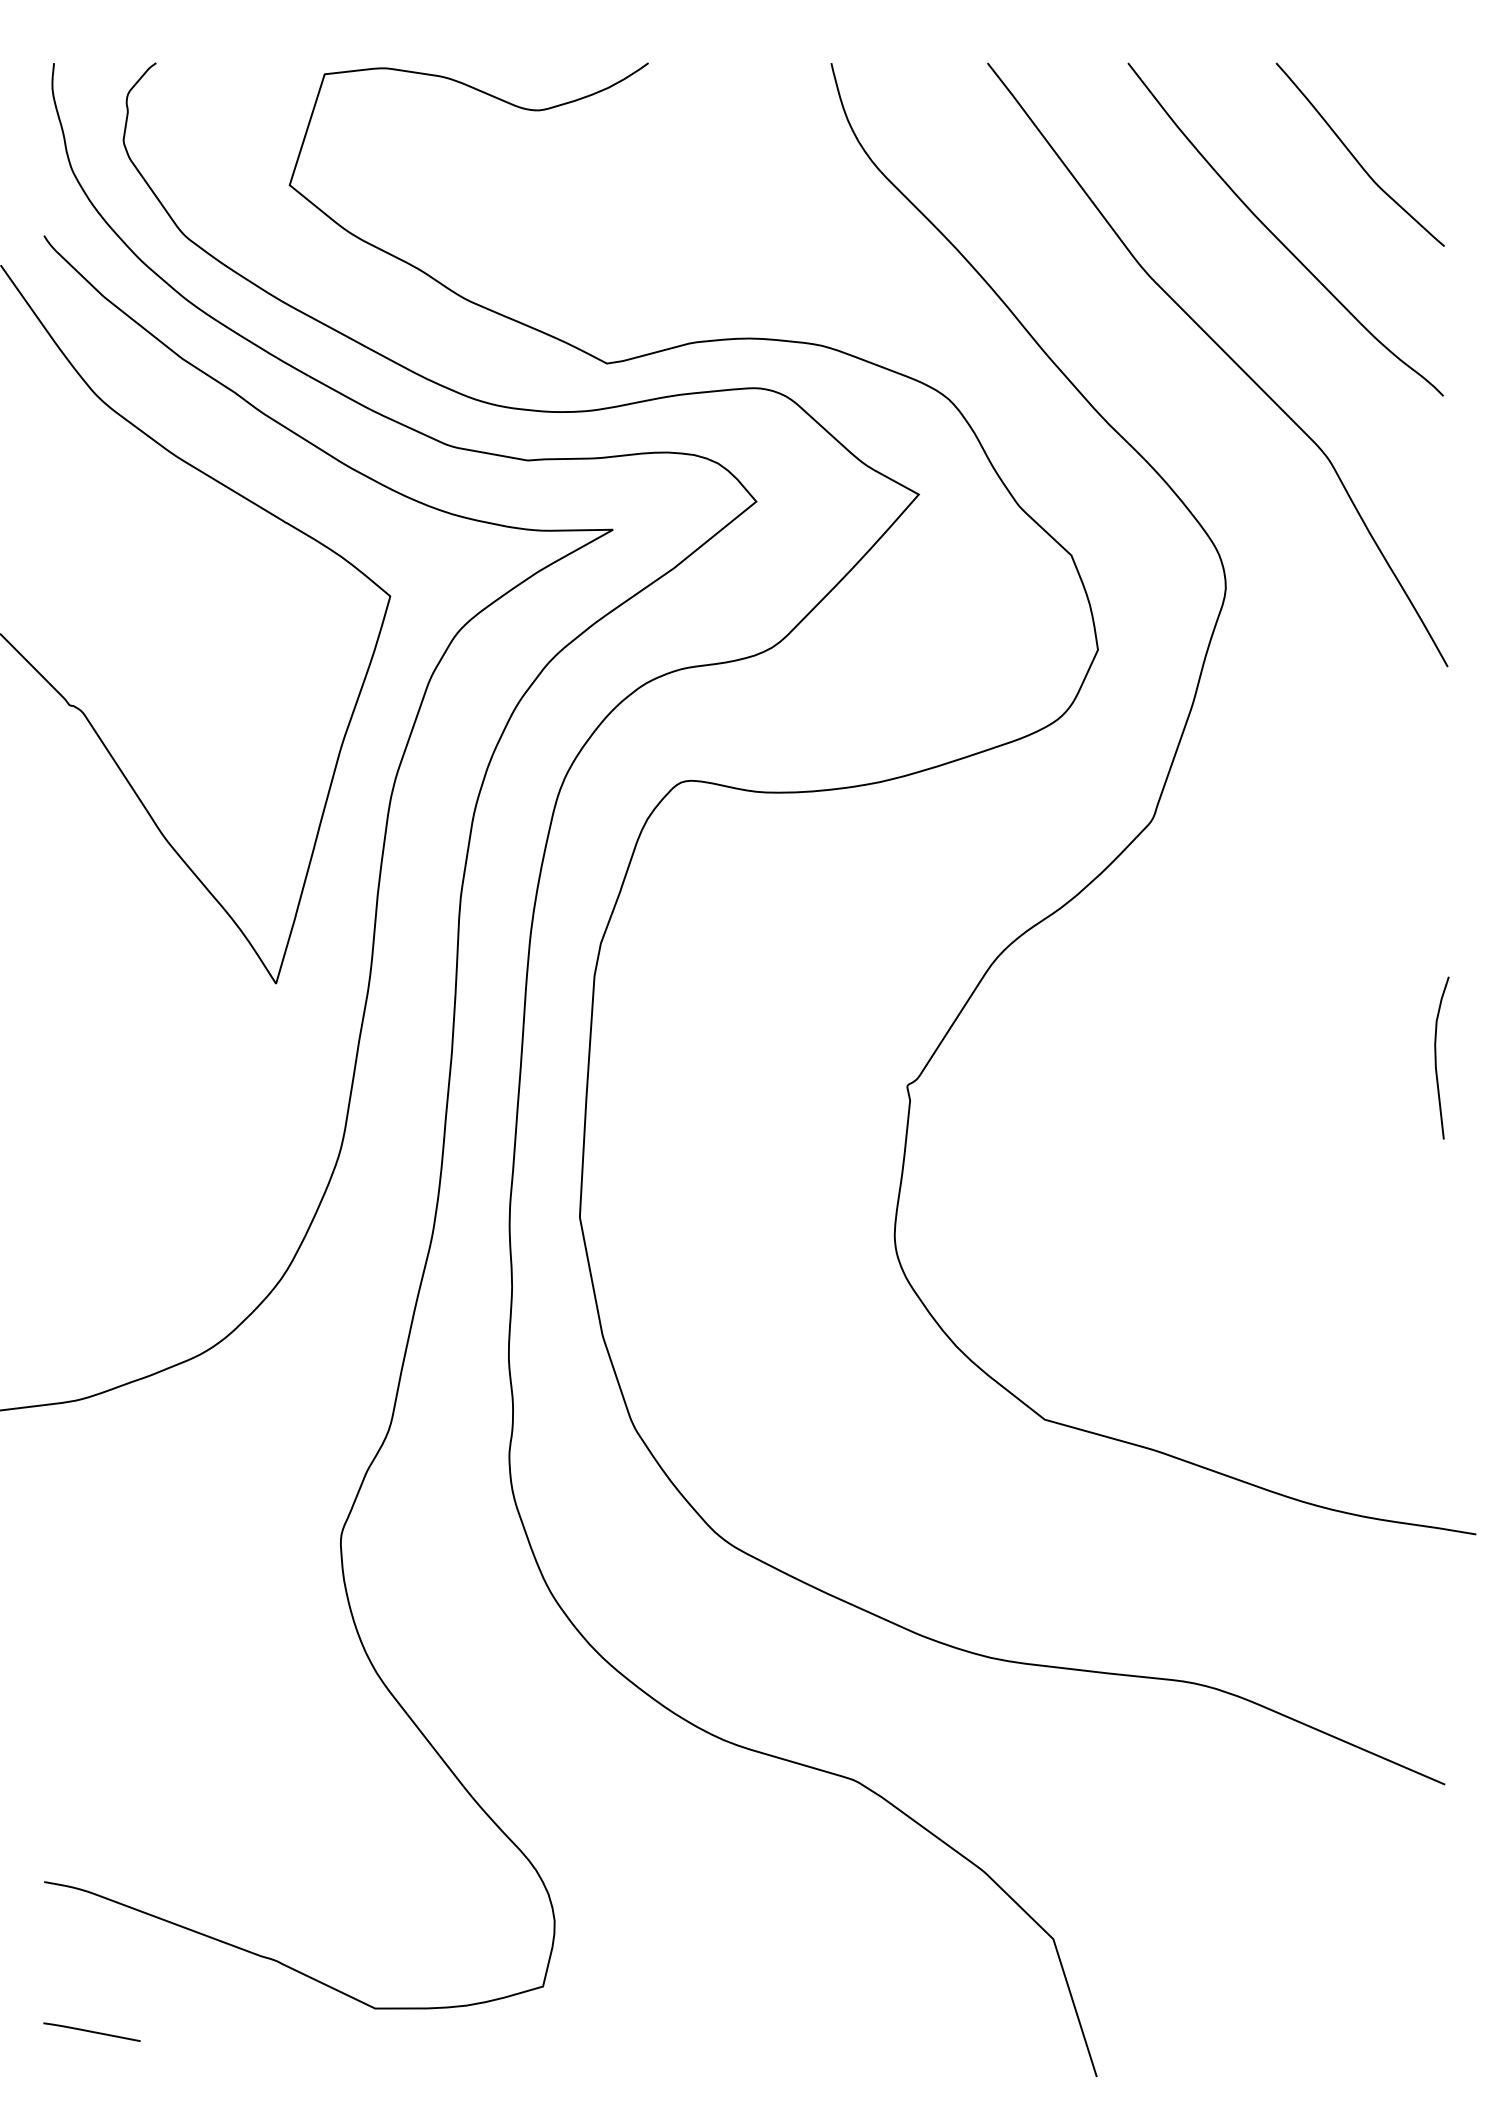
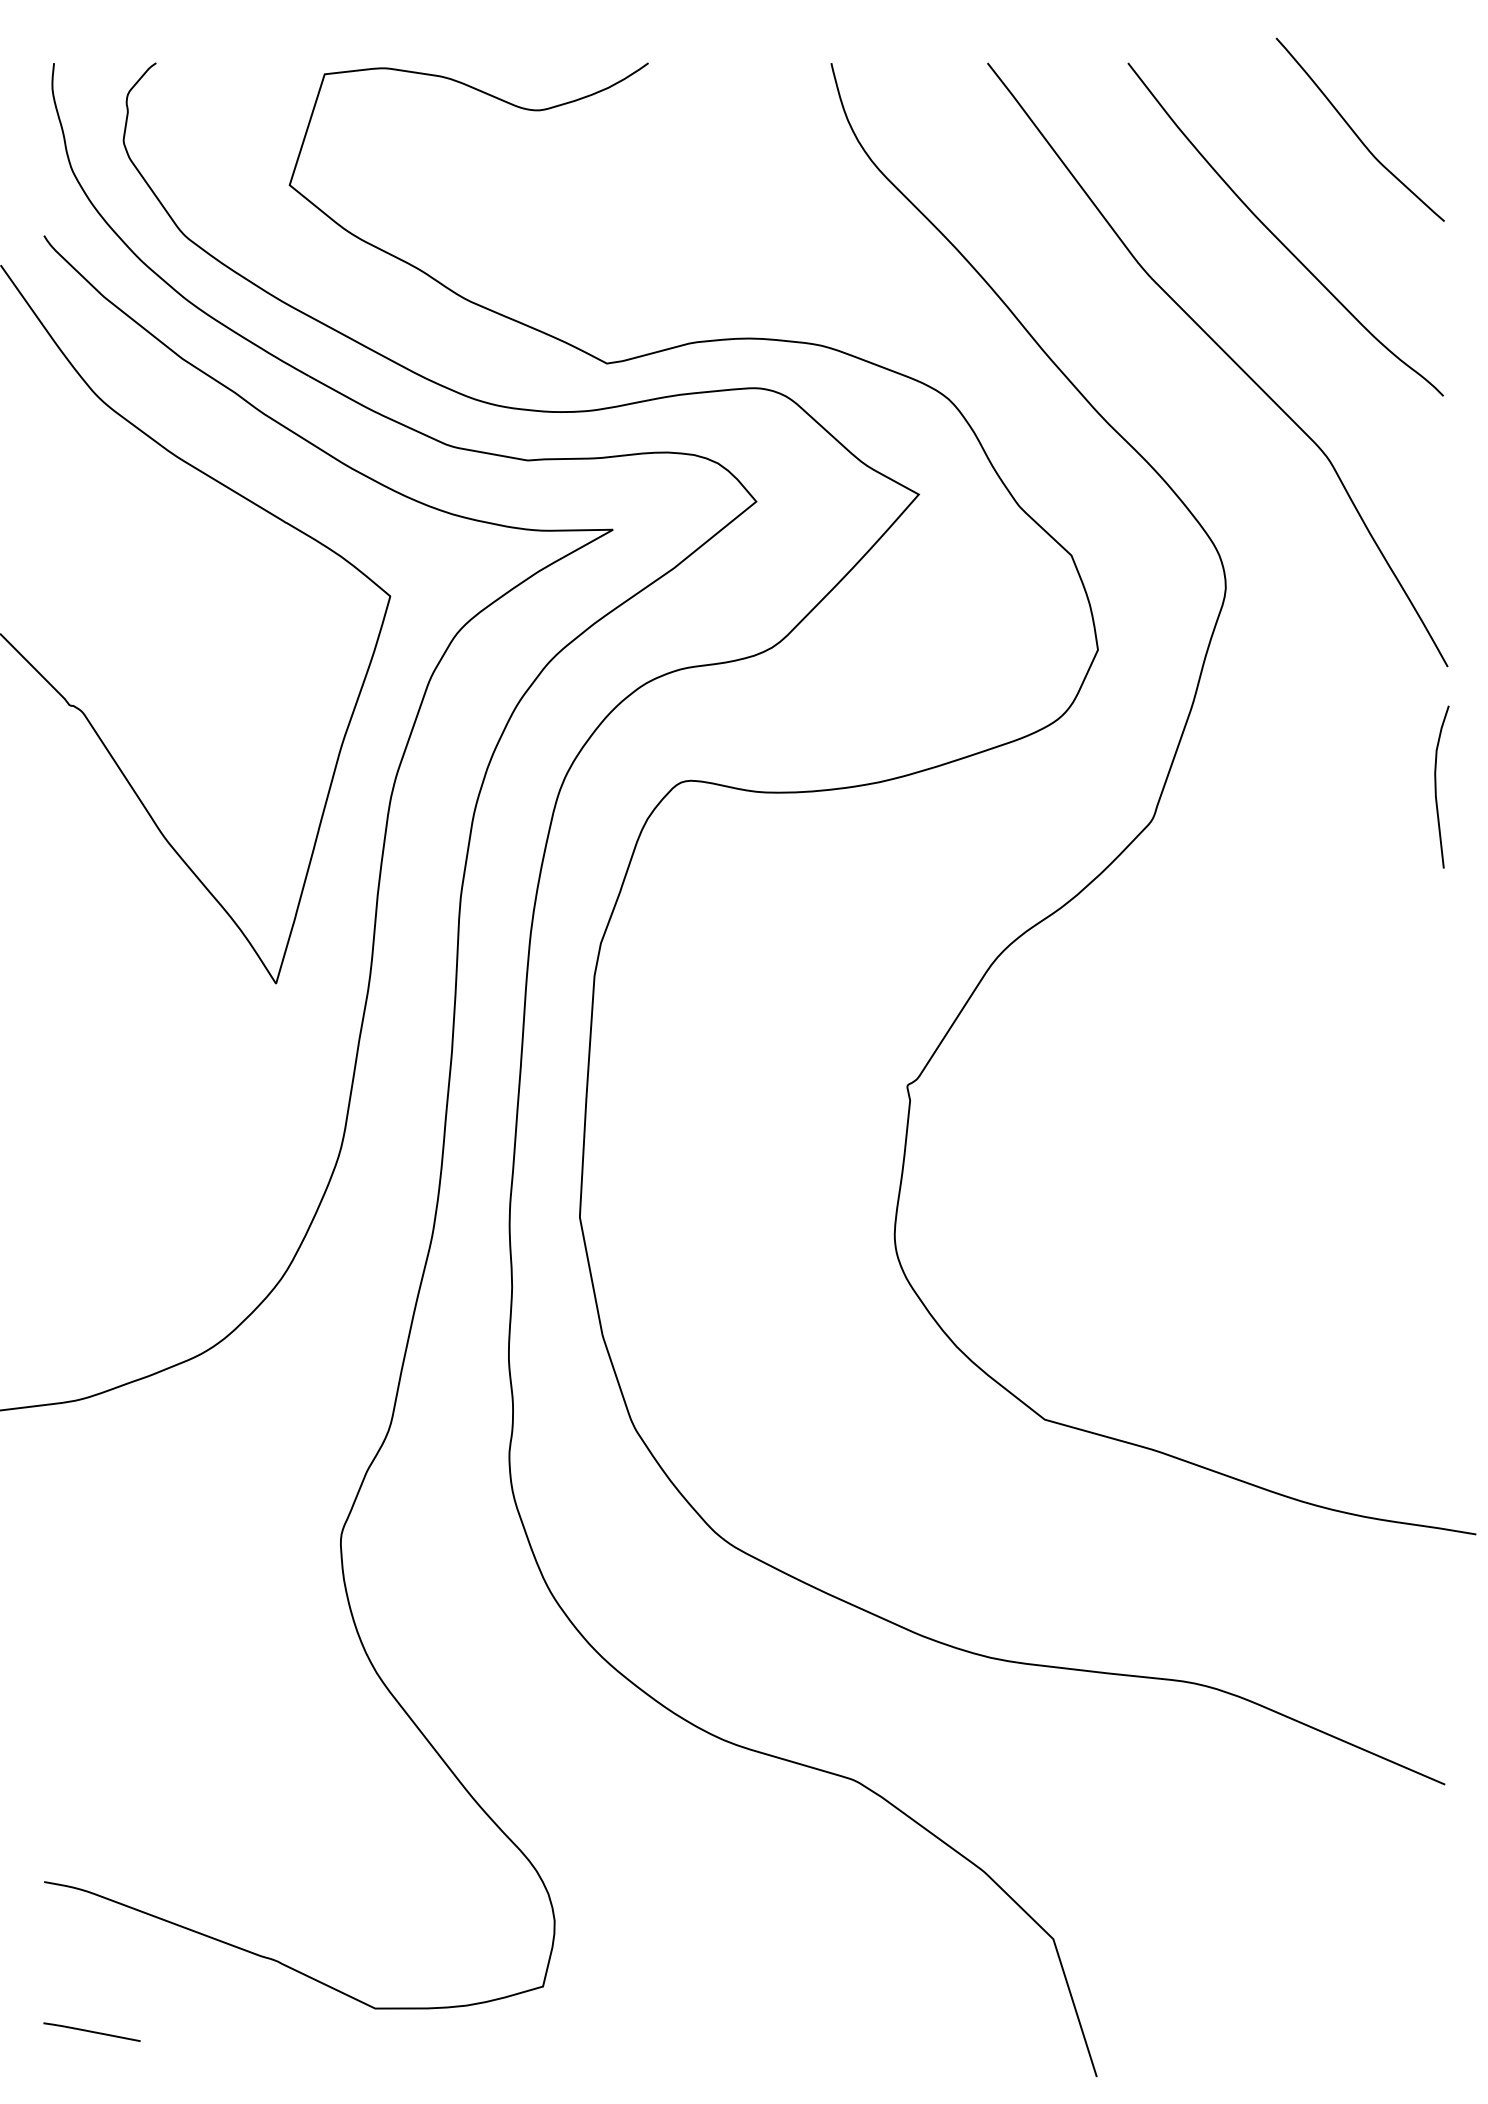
curve at (1355, 157) position: (1355, 157) -> (1355, 132)
curve at (1436, 1057) position: (1436, 1057) -> (1436, 786)
